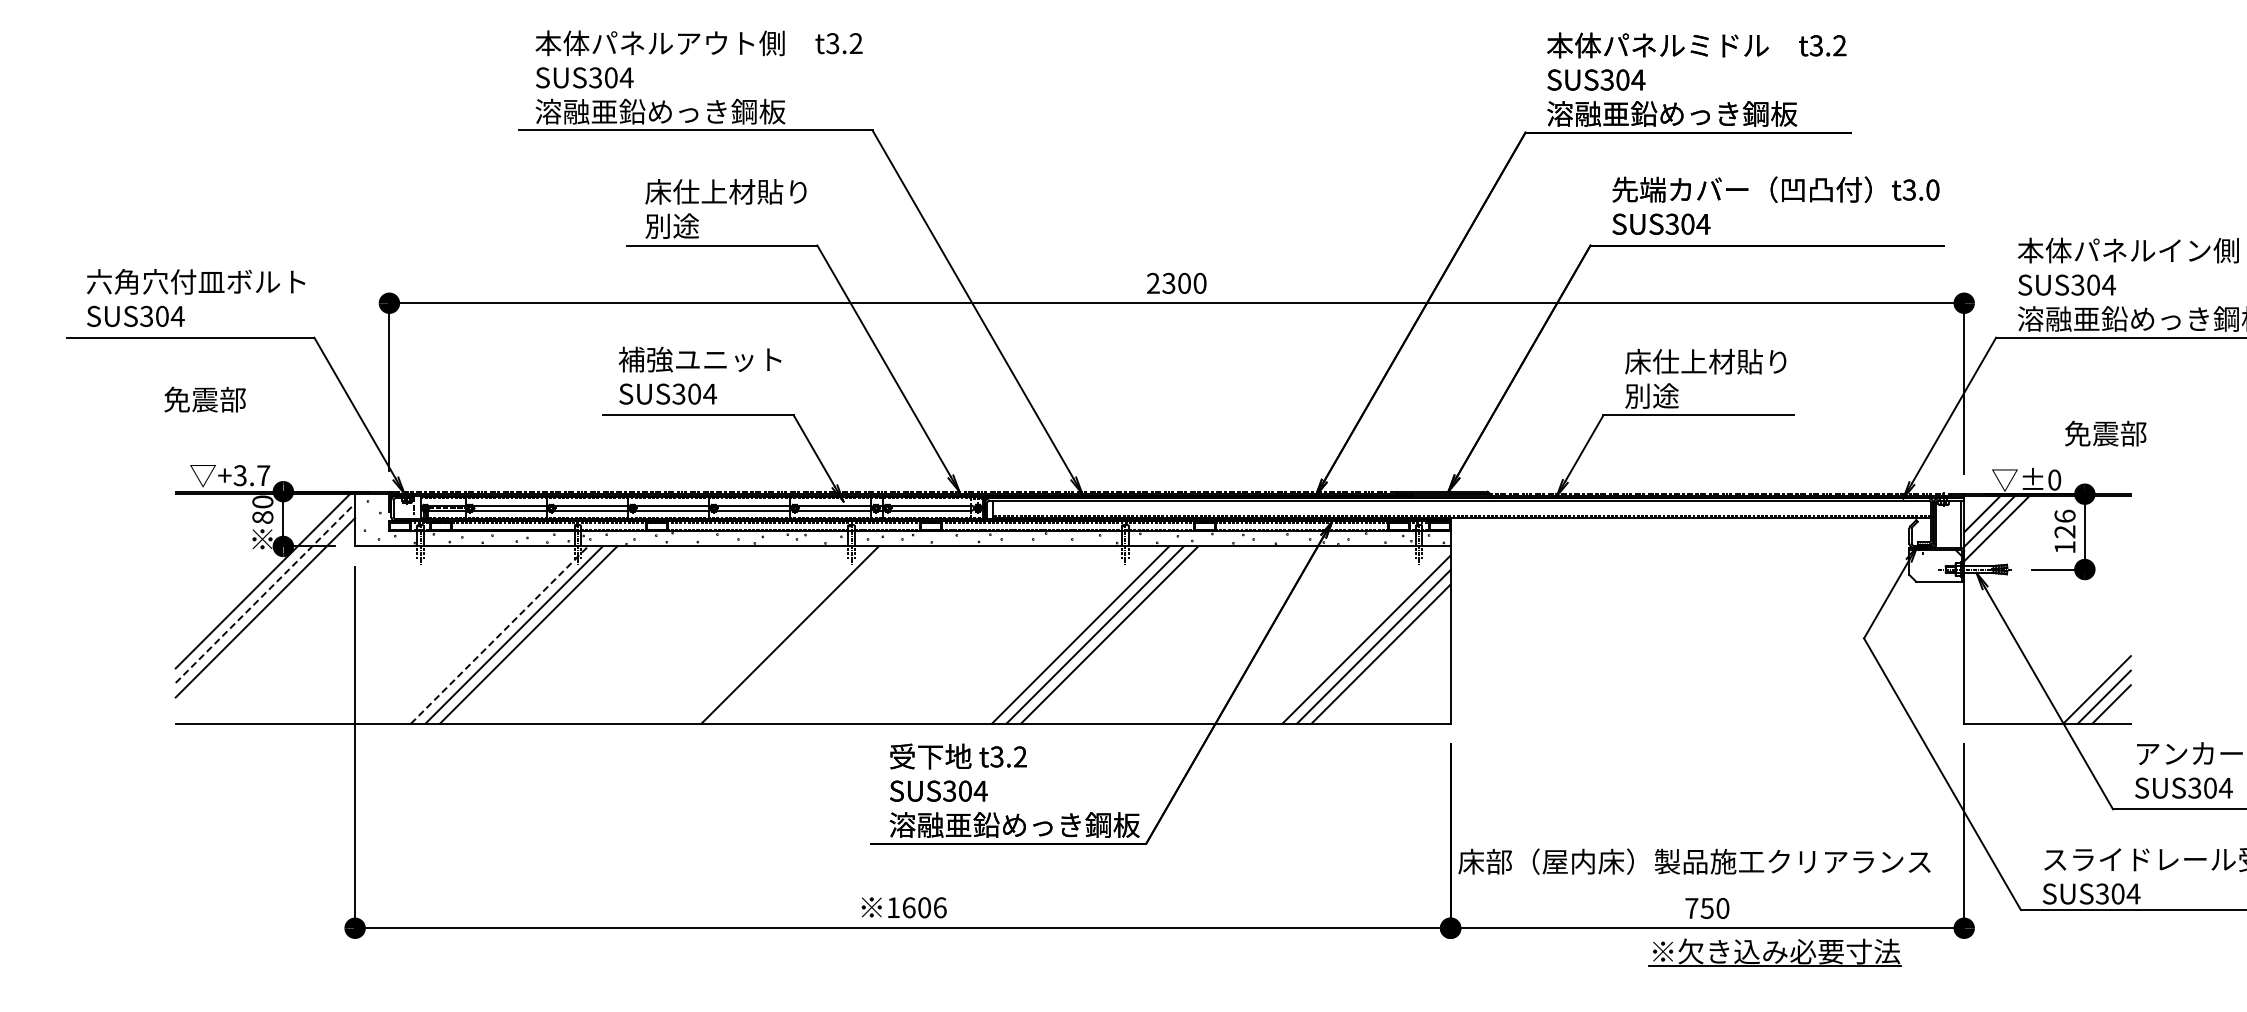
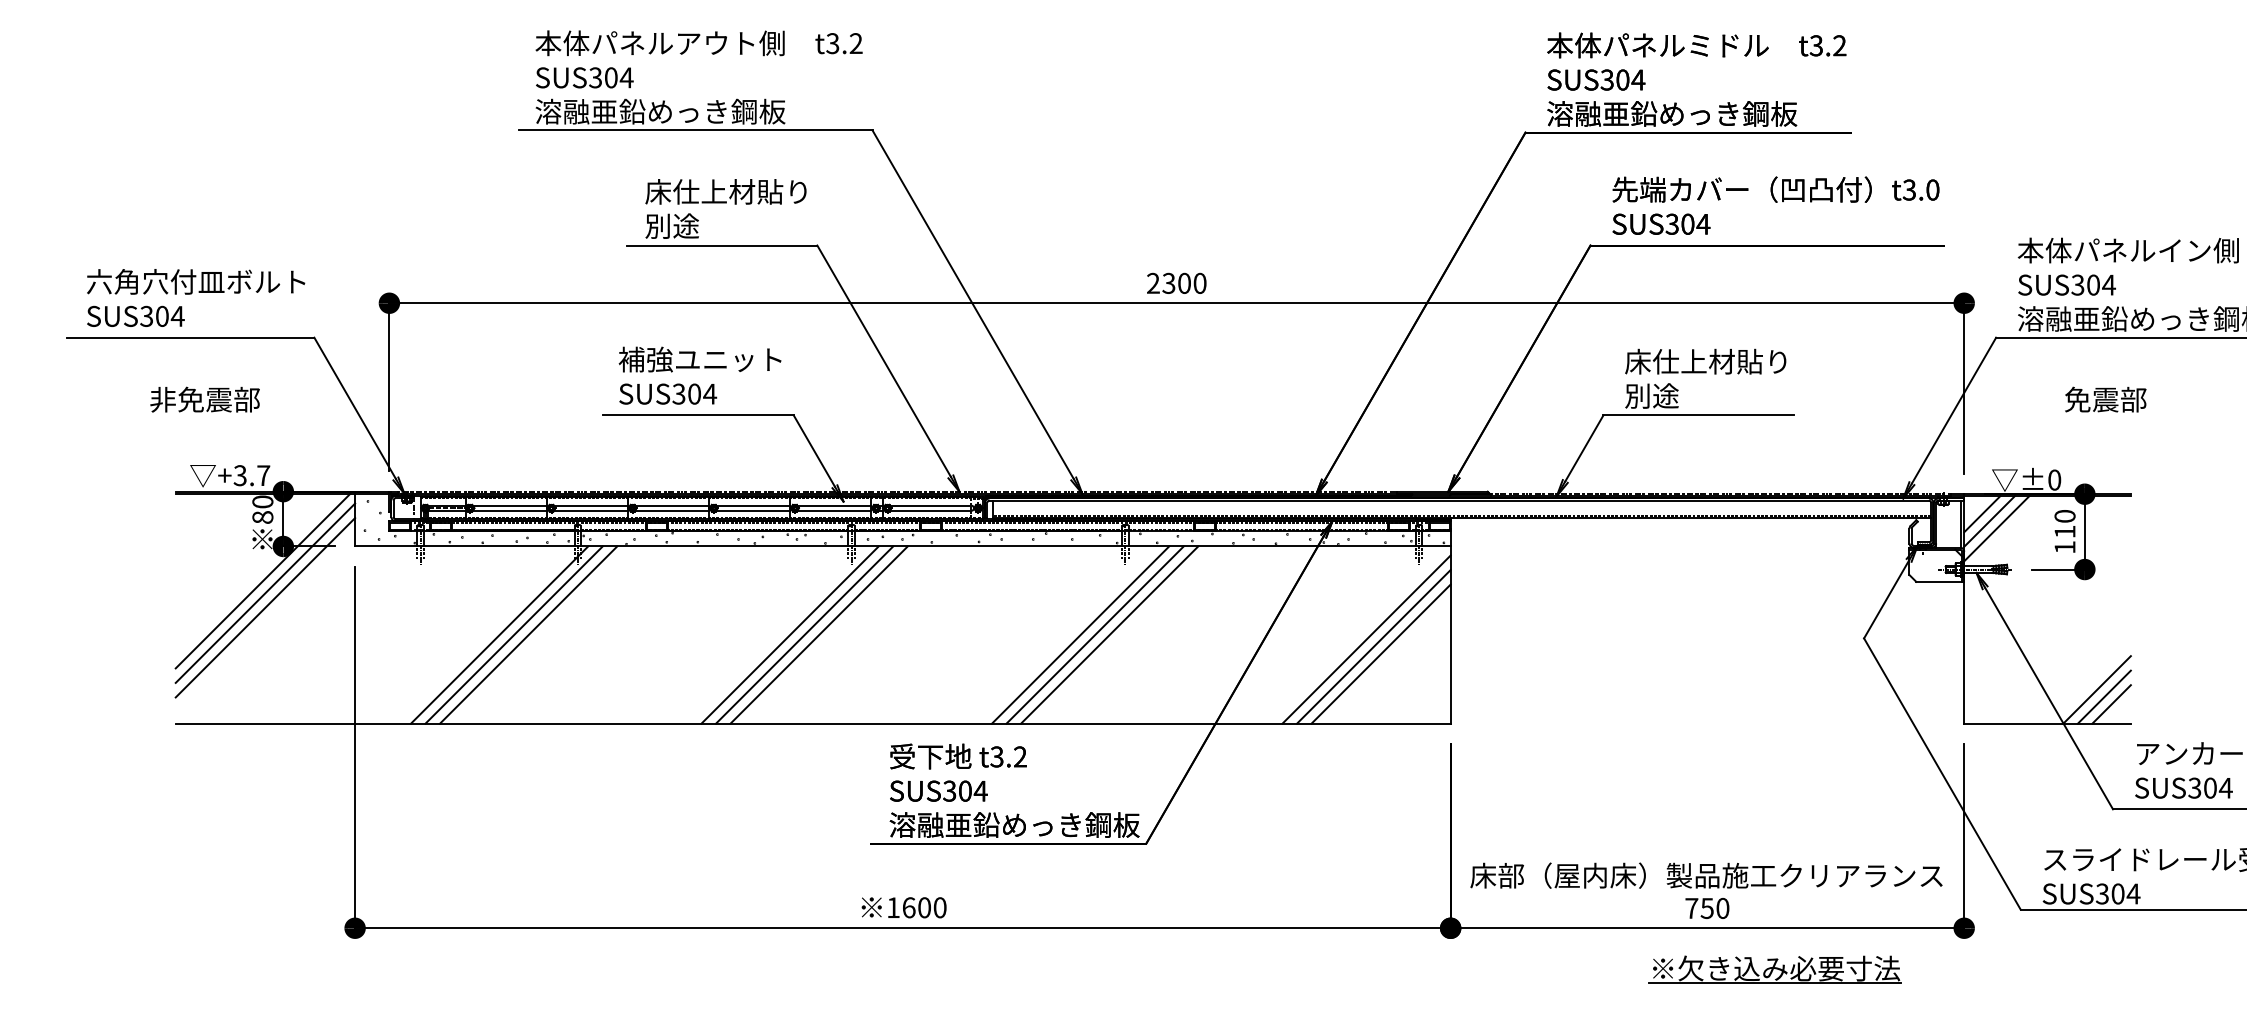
text at (204, 399): 免震部 -> 非免震部
text at (2105, 433) position: (2105, 433) -> (2105, 399)
text at (2064, 523): 126 -> 110
line at (265, 593): dashed -> solid
line at (499, 634): dashed -> solid
line at (804, 634): none -> present
line at (818, 634): none -> present
text at (1694, 861) position: (1694, 861) -> (1706, 875)
text at (939, 907): 1606 -> 1600
part at (1774, 952) position: (1774, 952) -> (1774, 969)
